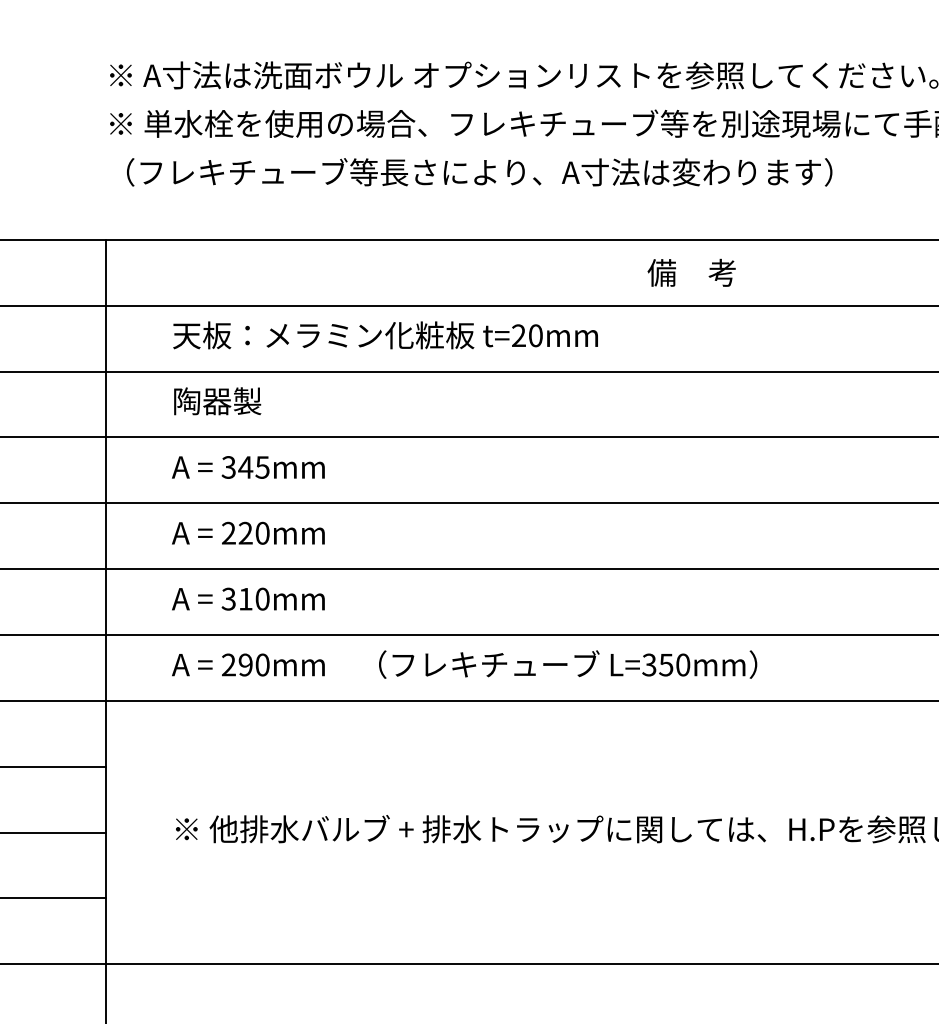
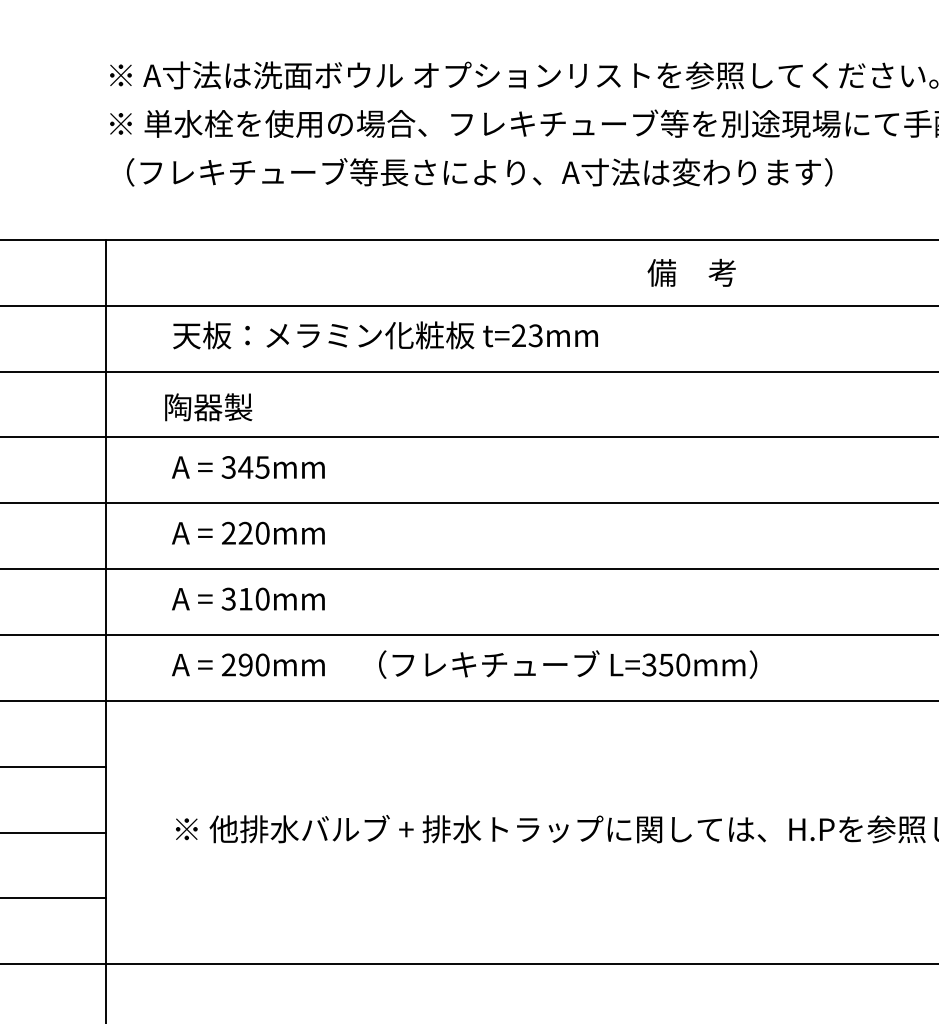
text at (535, 335): t=20mm -> t=23mm
text at (217, 401) position: (217, 401) -> (208, 407)
